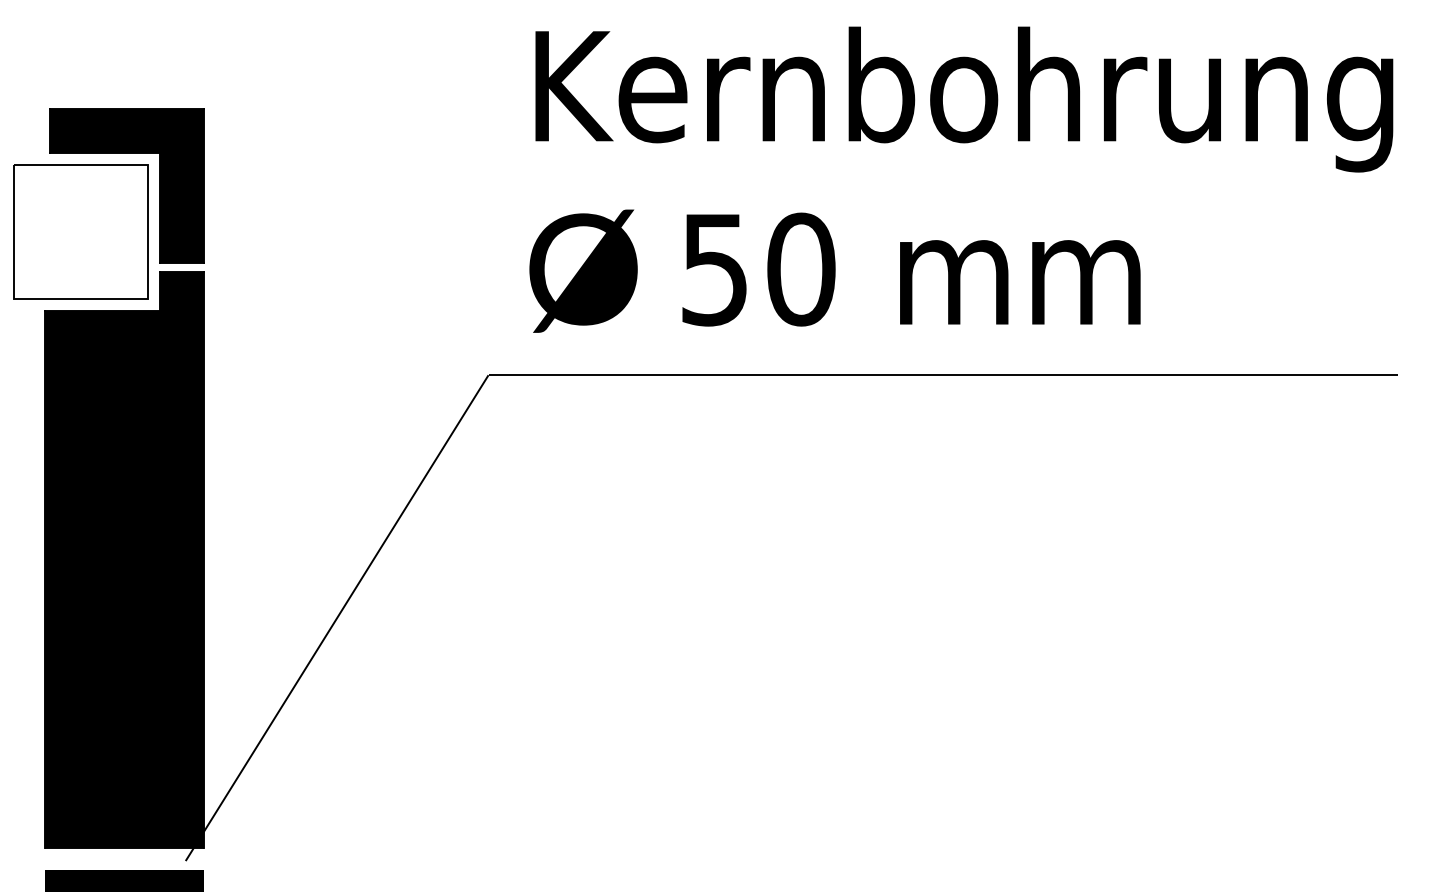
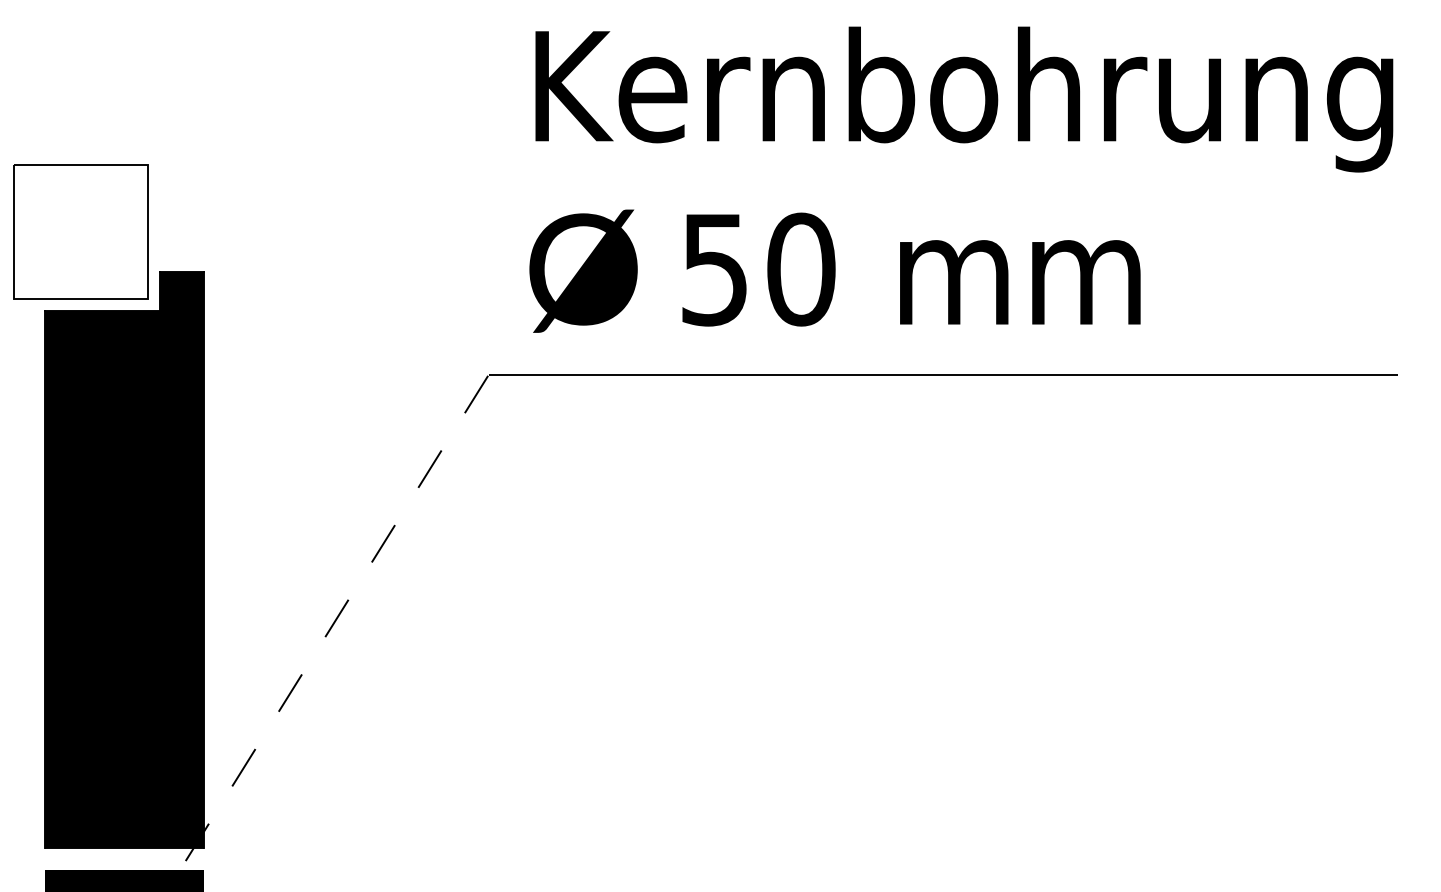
part at (126, 153): present -> none
line at (337, 617): solid -> dashed
